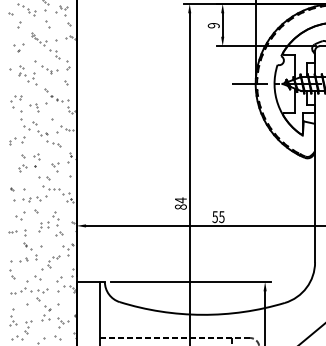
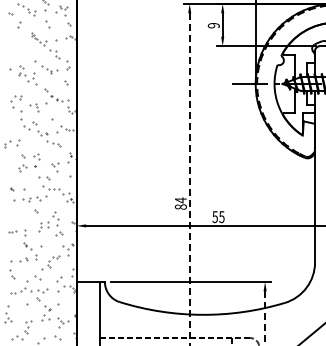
part at (18, 47): present -> none
part at (17, 140) position: (17, 140) -> (12, 143)
line at (189, 179): solid -> dashed
part at (20, 215): present -> none
part at (13, 317) position: (13, 317) -> (8, 314)
line at (265, 318): solid -> dashed
